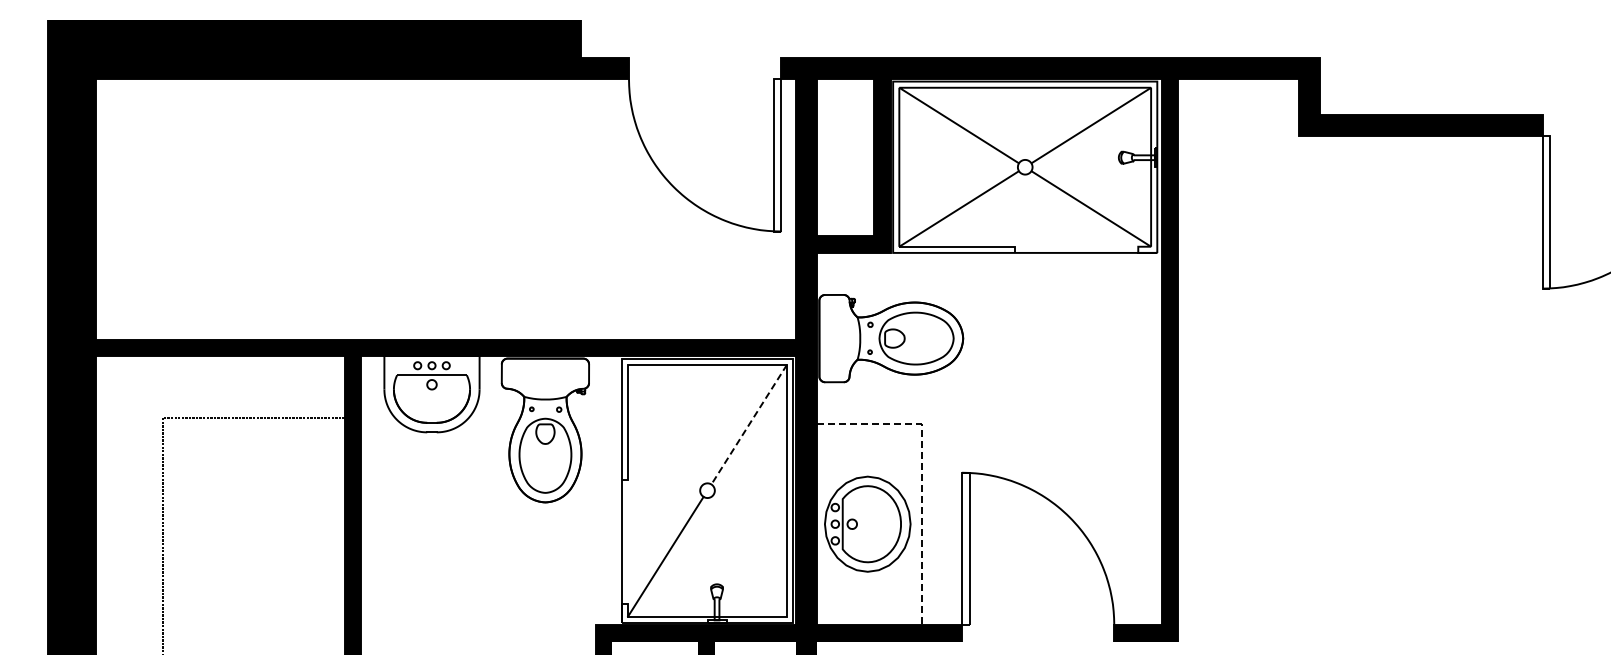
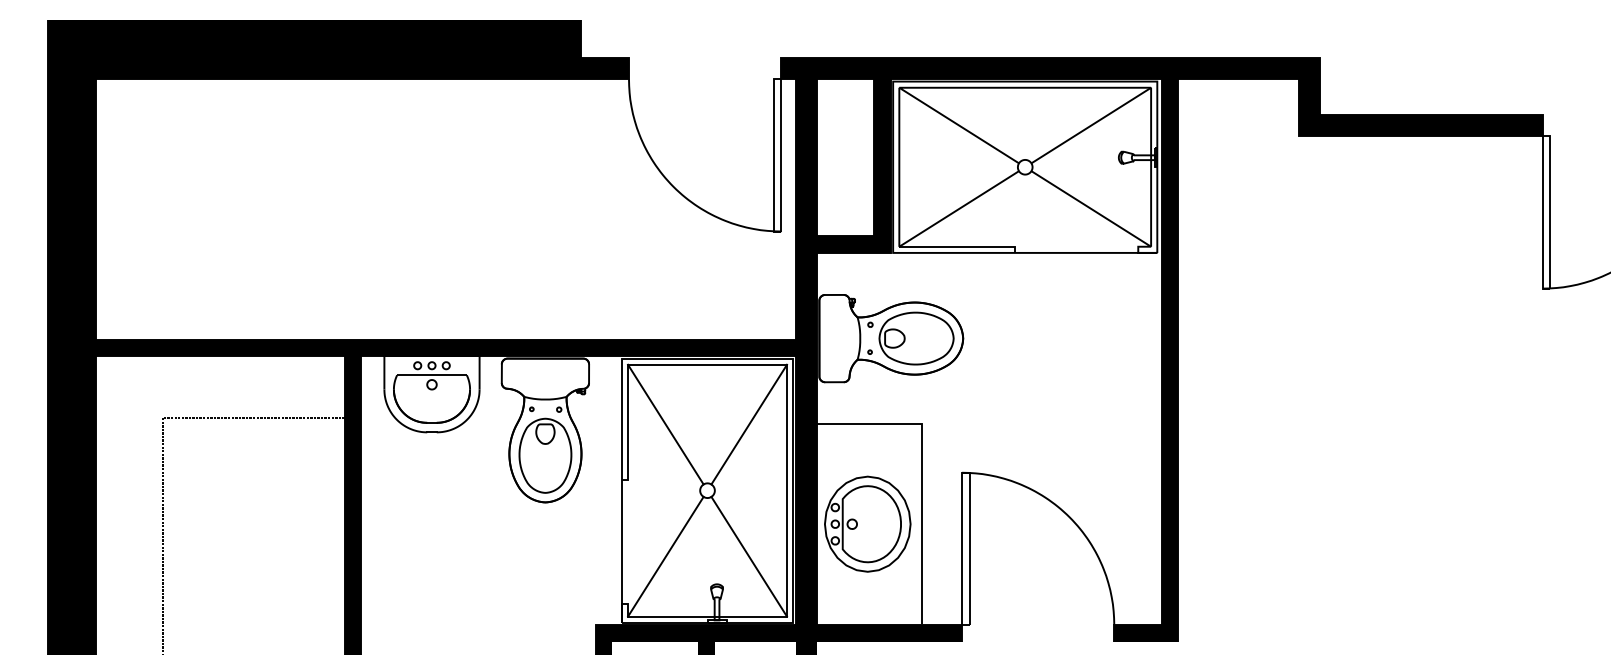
line at (665, 424): none -> present
line at (749, 424): dashed -> solid
line at (921, 471): dashed -> solid
line at (749, 556): none -> present
